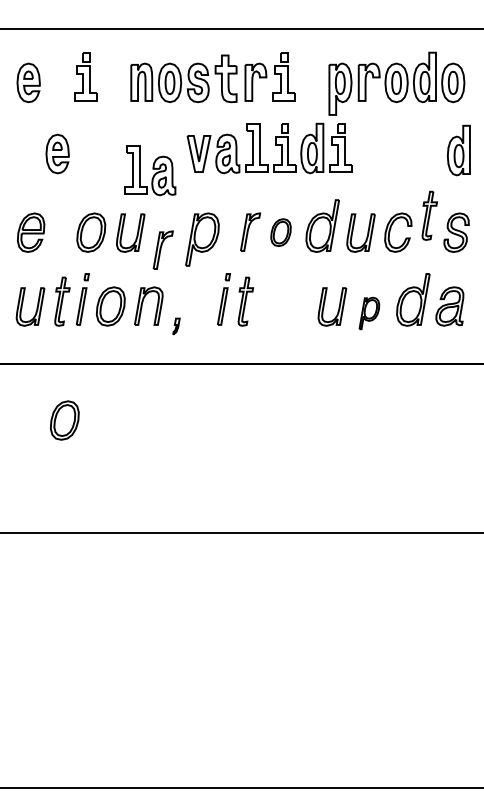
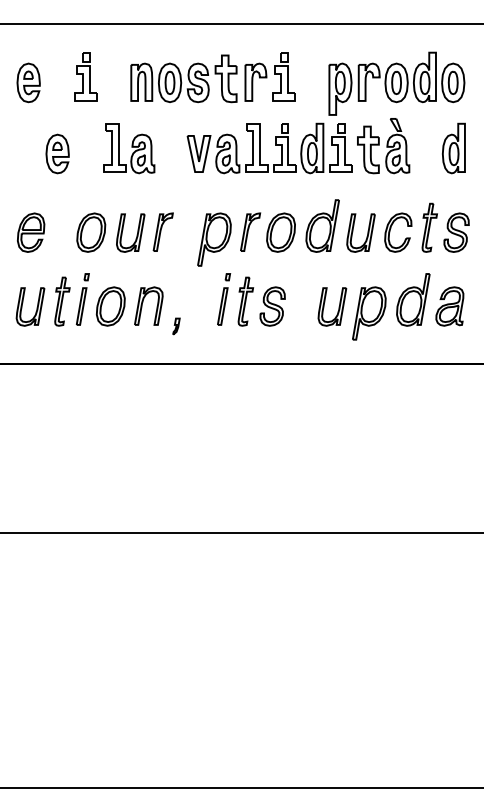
line at (241, 29) position: (241, 29) -> (241, 24)
part at (383, 146): none -> present
part at (458, 150) position: (458, 150) -> (453, 148)
part at (150, 170) position: (150, 170) -> (129, 148)
part at (429, 215) position: (429, 215) -> (429, 227)
part at (280, 232) size: 22x29 px -> 30x41 px
part at (202, 239) position: (202, 239) -> (214, 239)
part at (162, 249) position: (162, 249) -> (162, 231)
part at (272, 306): none -> present
part at (369, 313) size: 23x35 px -> 35x55 px
part at (64, 420): present -> none
